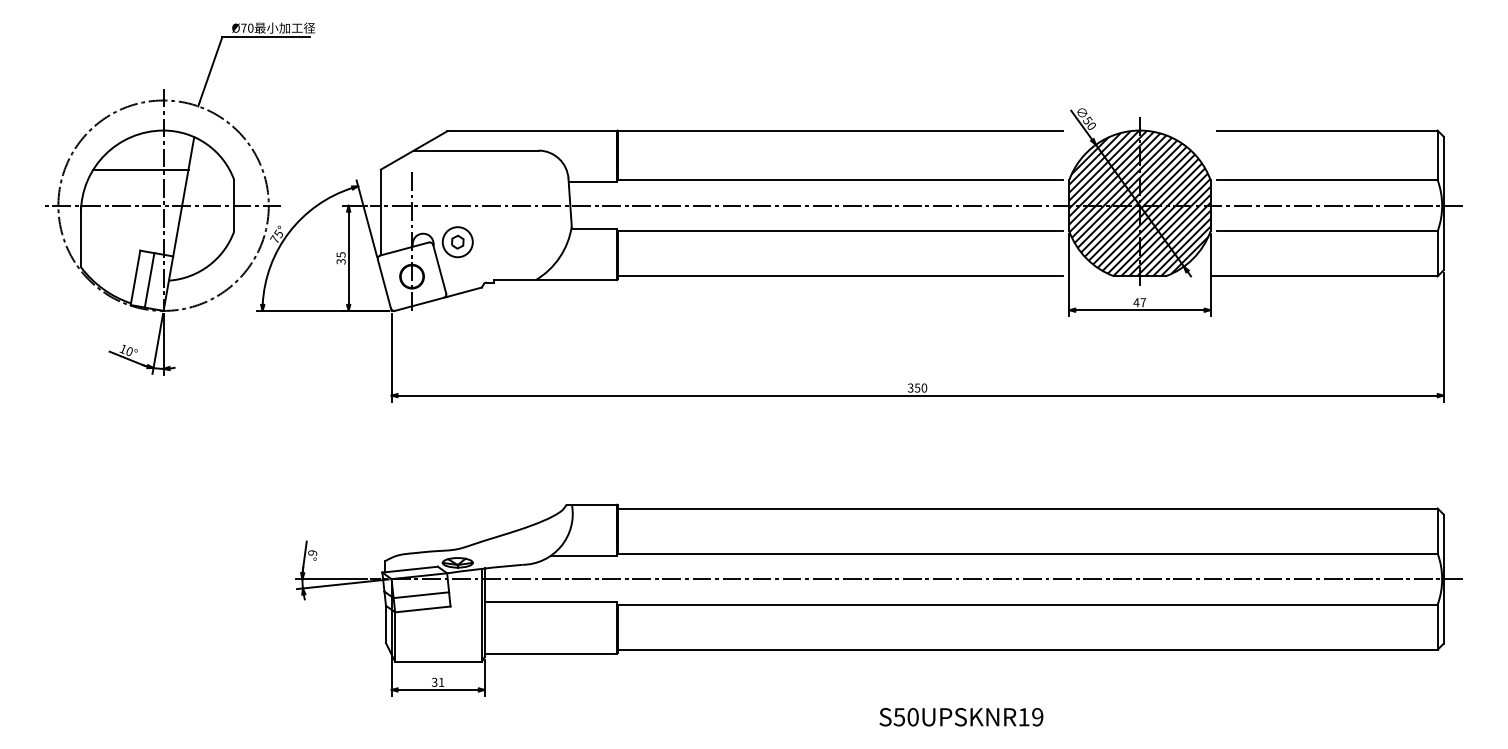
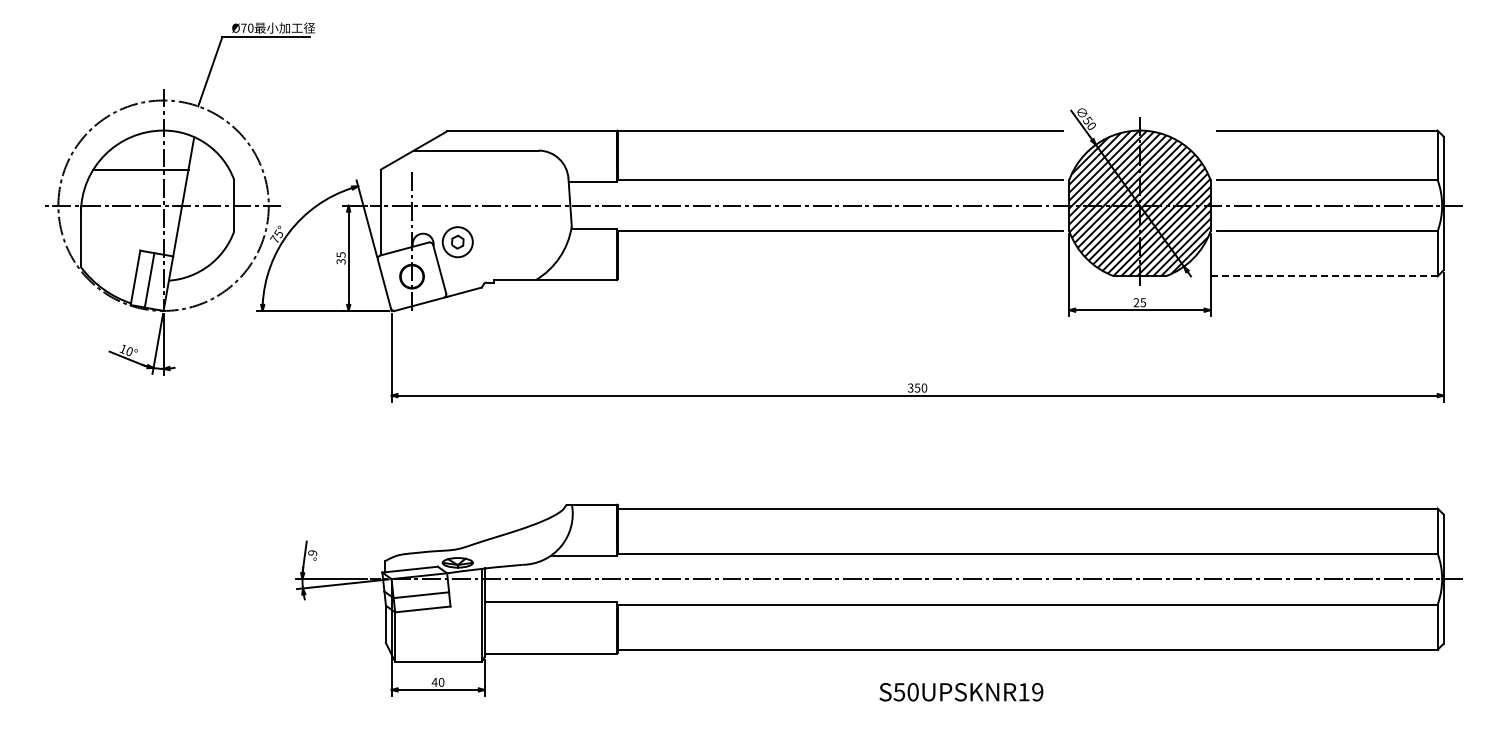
line at (839, 276): present -> none
line at (1324, 276): solid -> dashed
text at (1139, 302): 47 -> 25
text at (437, 681): 31 -> 40
text at (961, 717) position: (961, 717) -> (961, 692)
